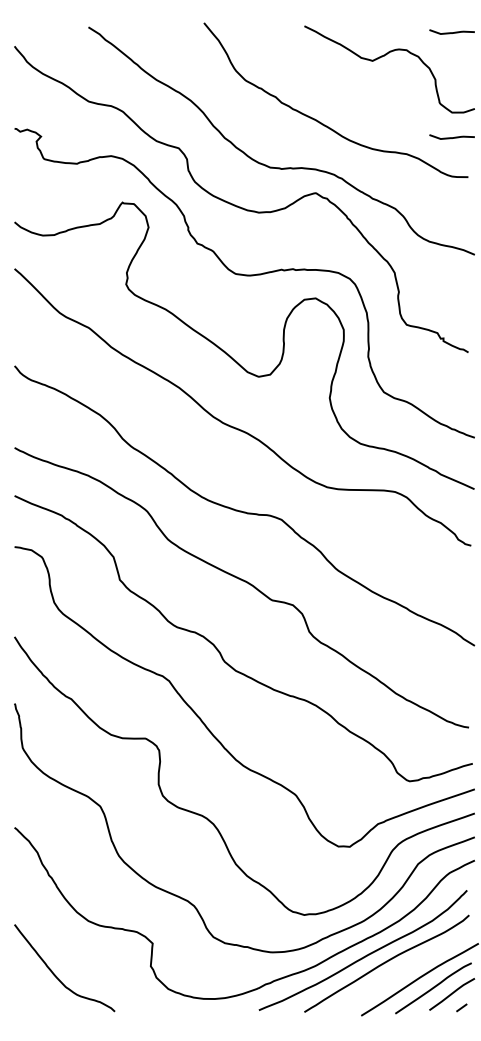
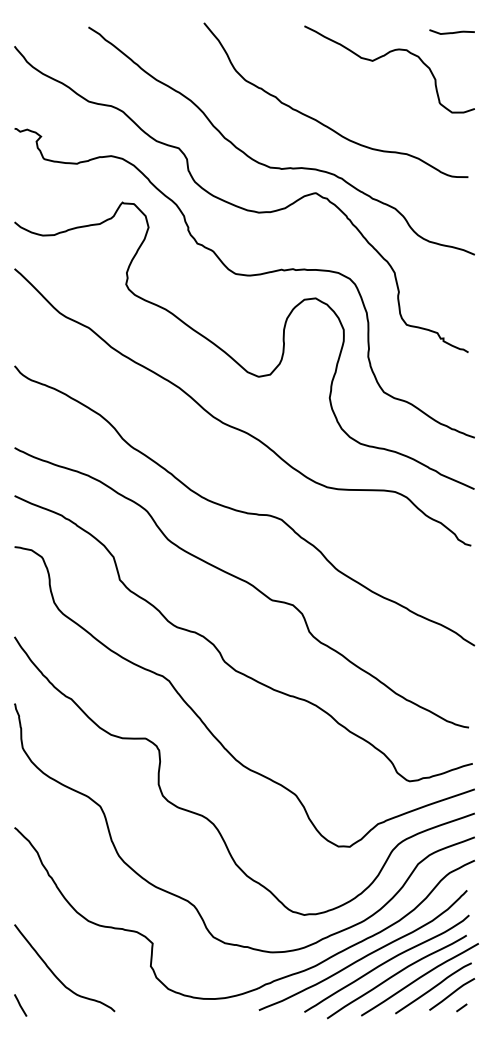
curve at (451, 137): present -> none
curve at (395, 975): none -> present
line at (20, 1005): none -> present
